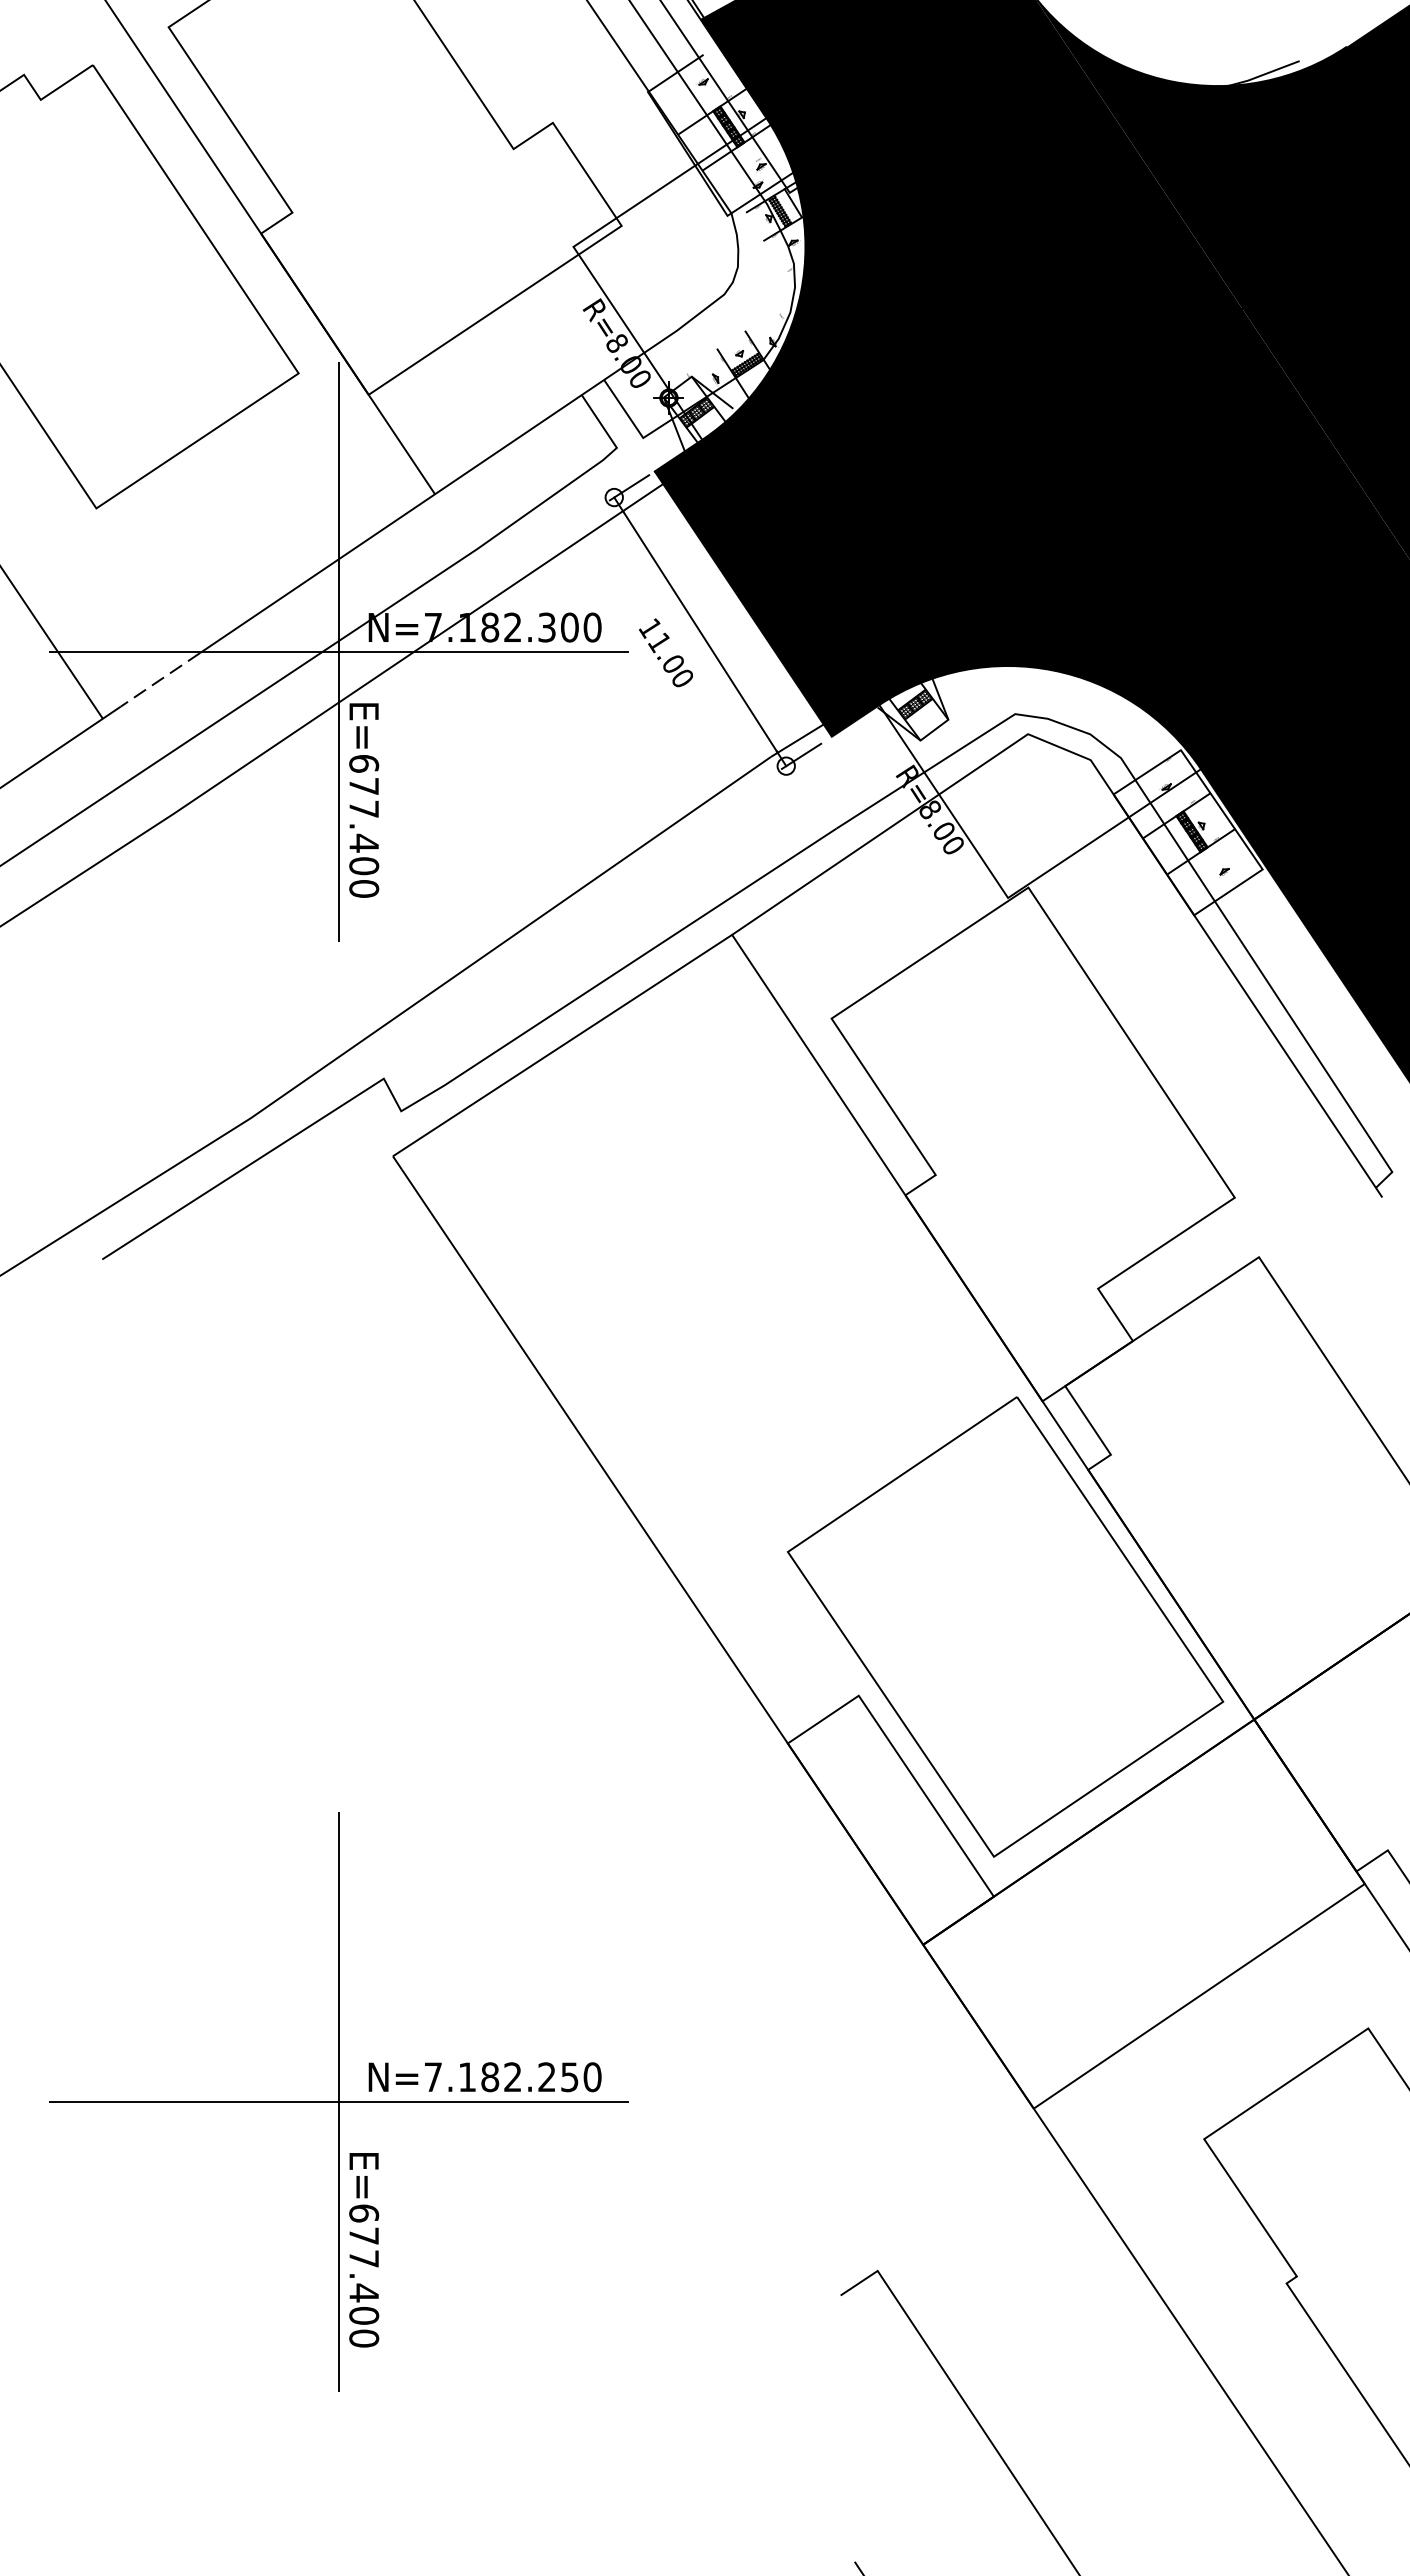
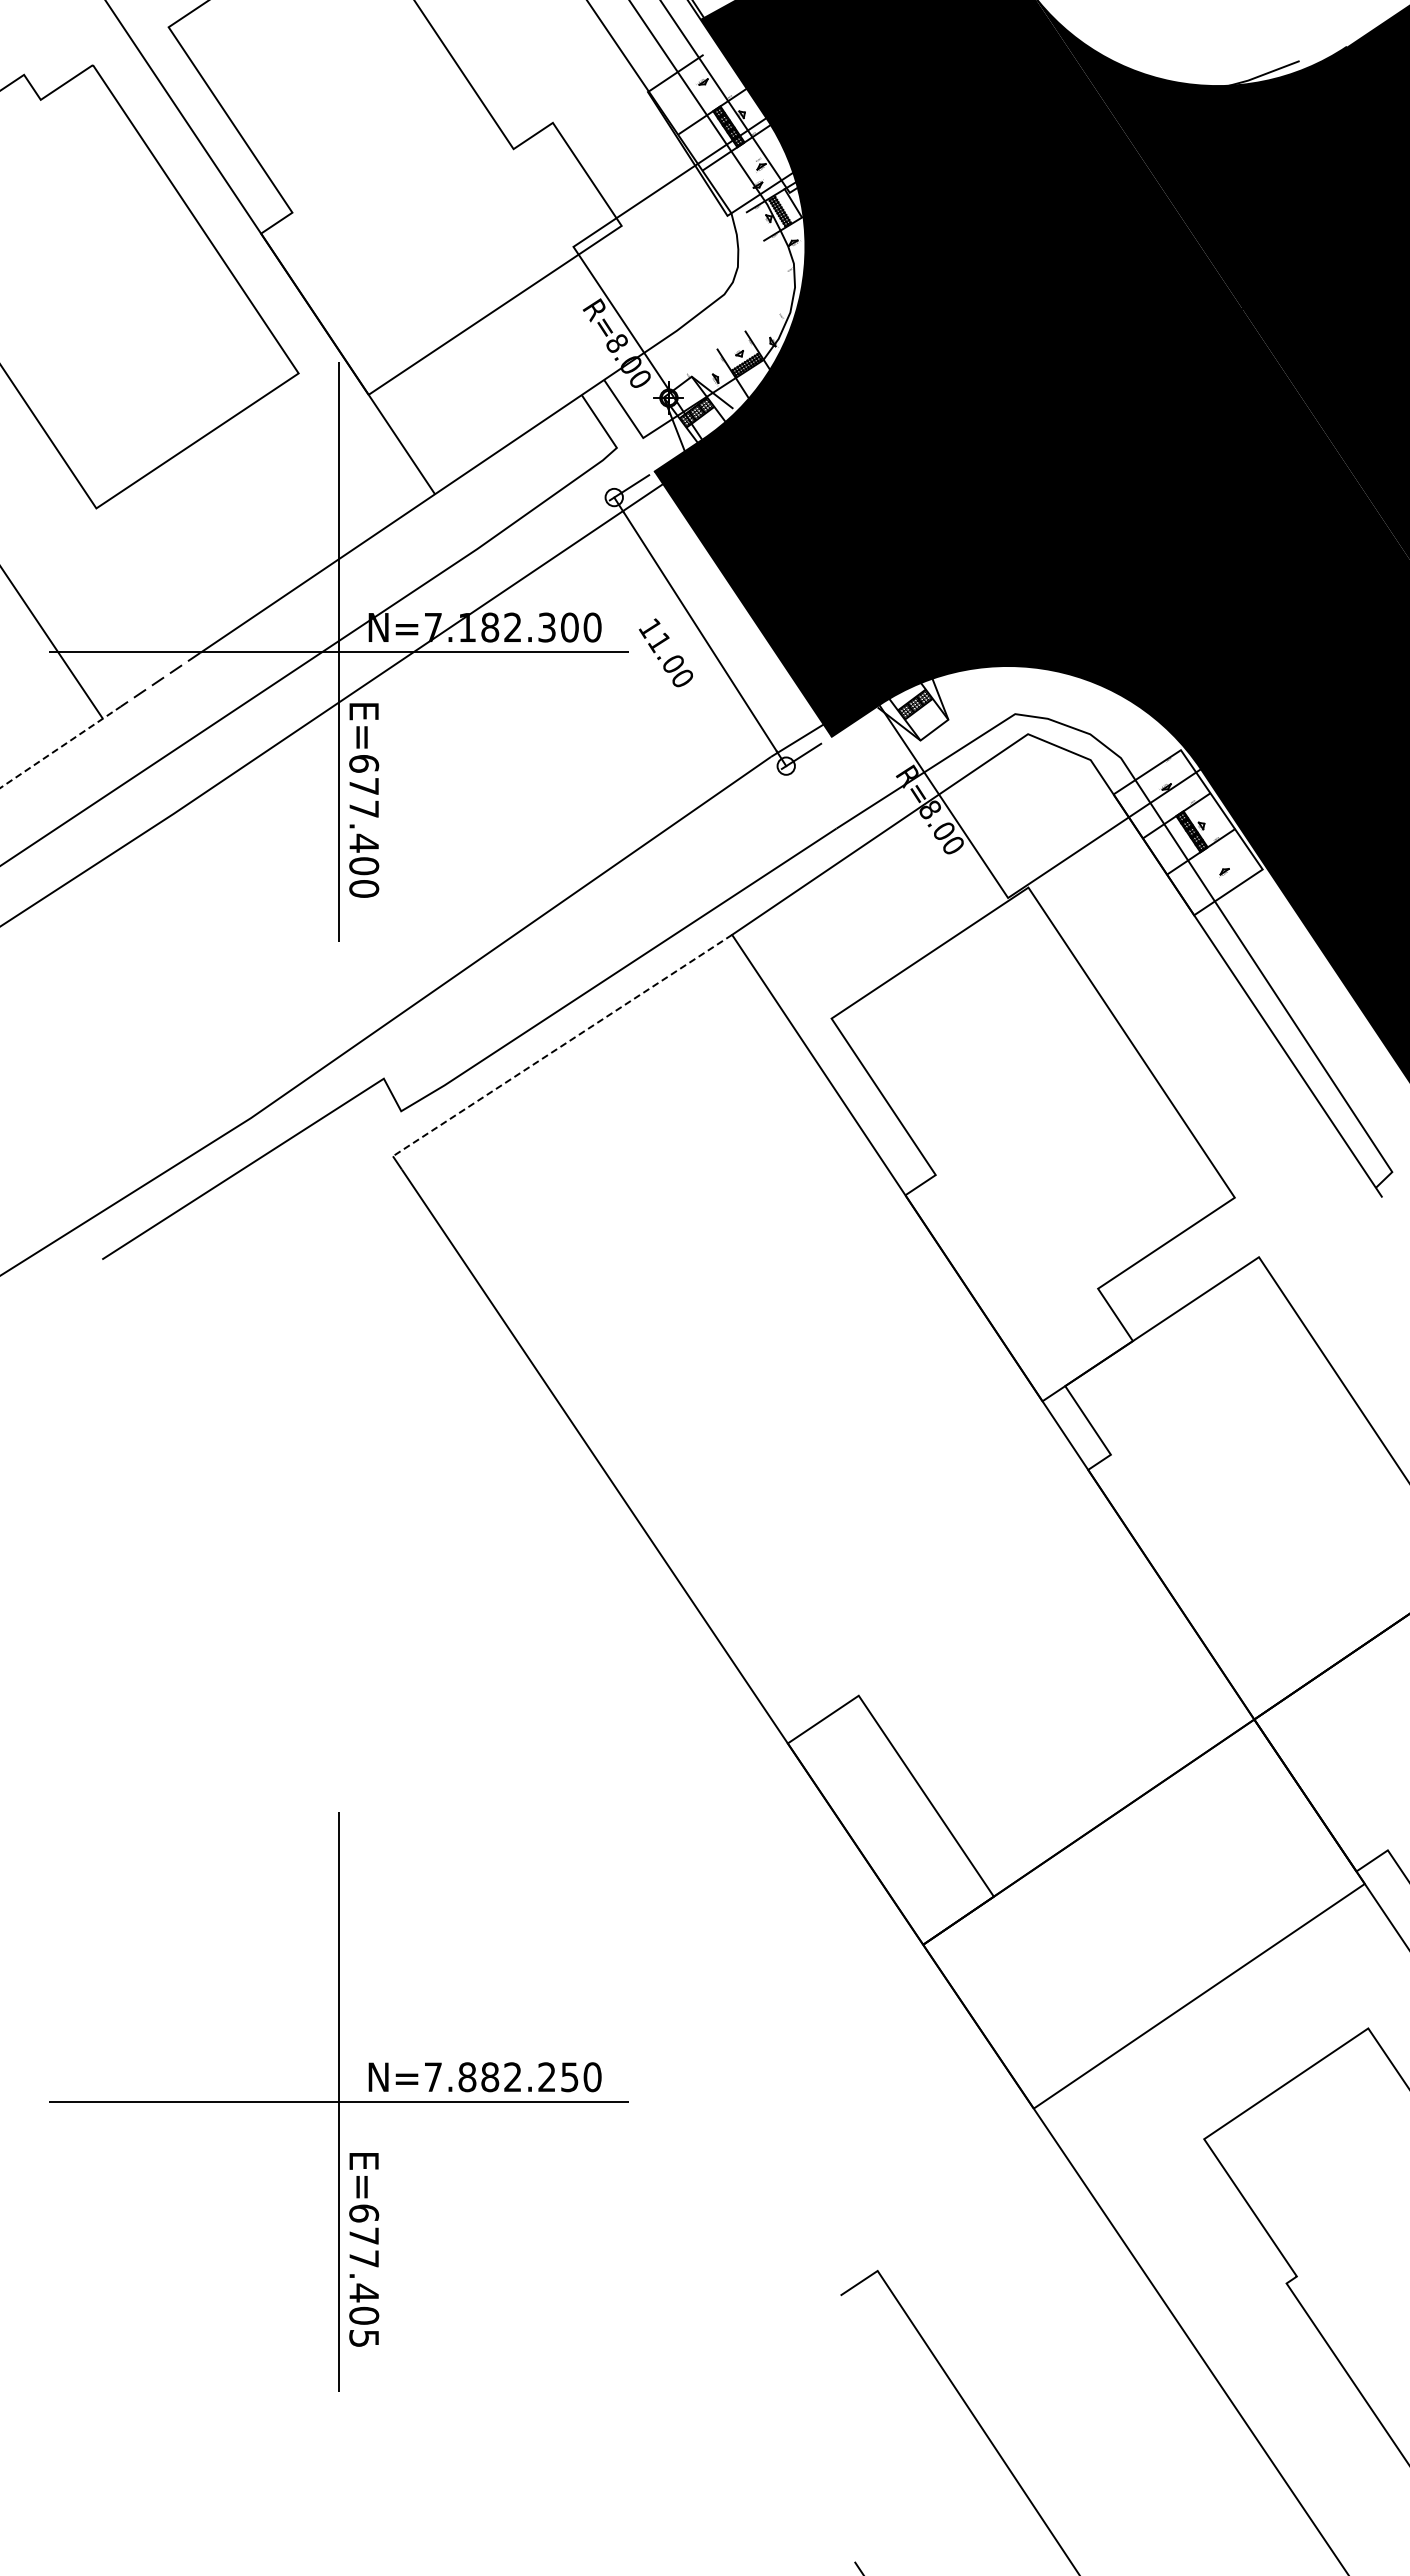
line at (61, 746): solid -> dashed
line at (562, 1045): solid -> dashed
part at (1005, 1626): present -> none
text at (467, 2077): N=7.182.250 -> N=7.882.250
text at (364, 2338): E=677.400 -> E=677.405
